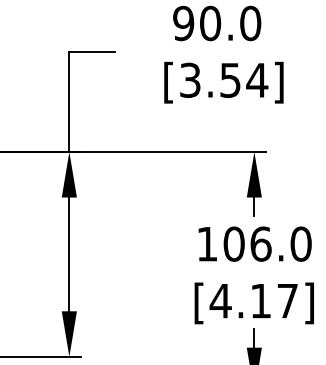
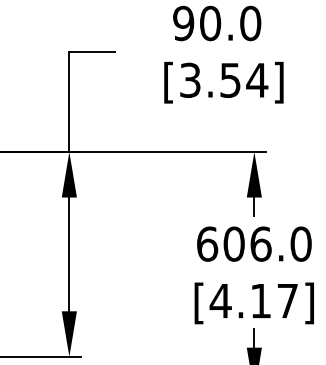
text at (207, 243): 106.0 -> 606.0
